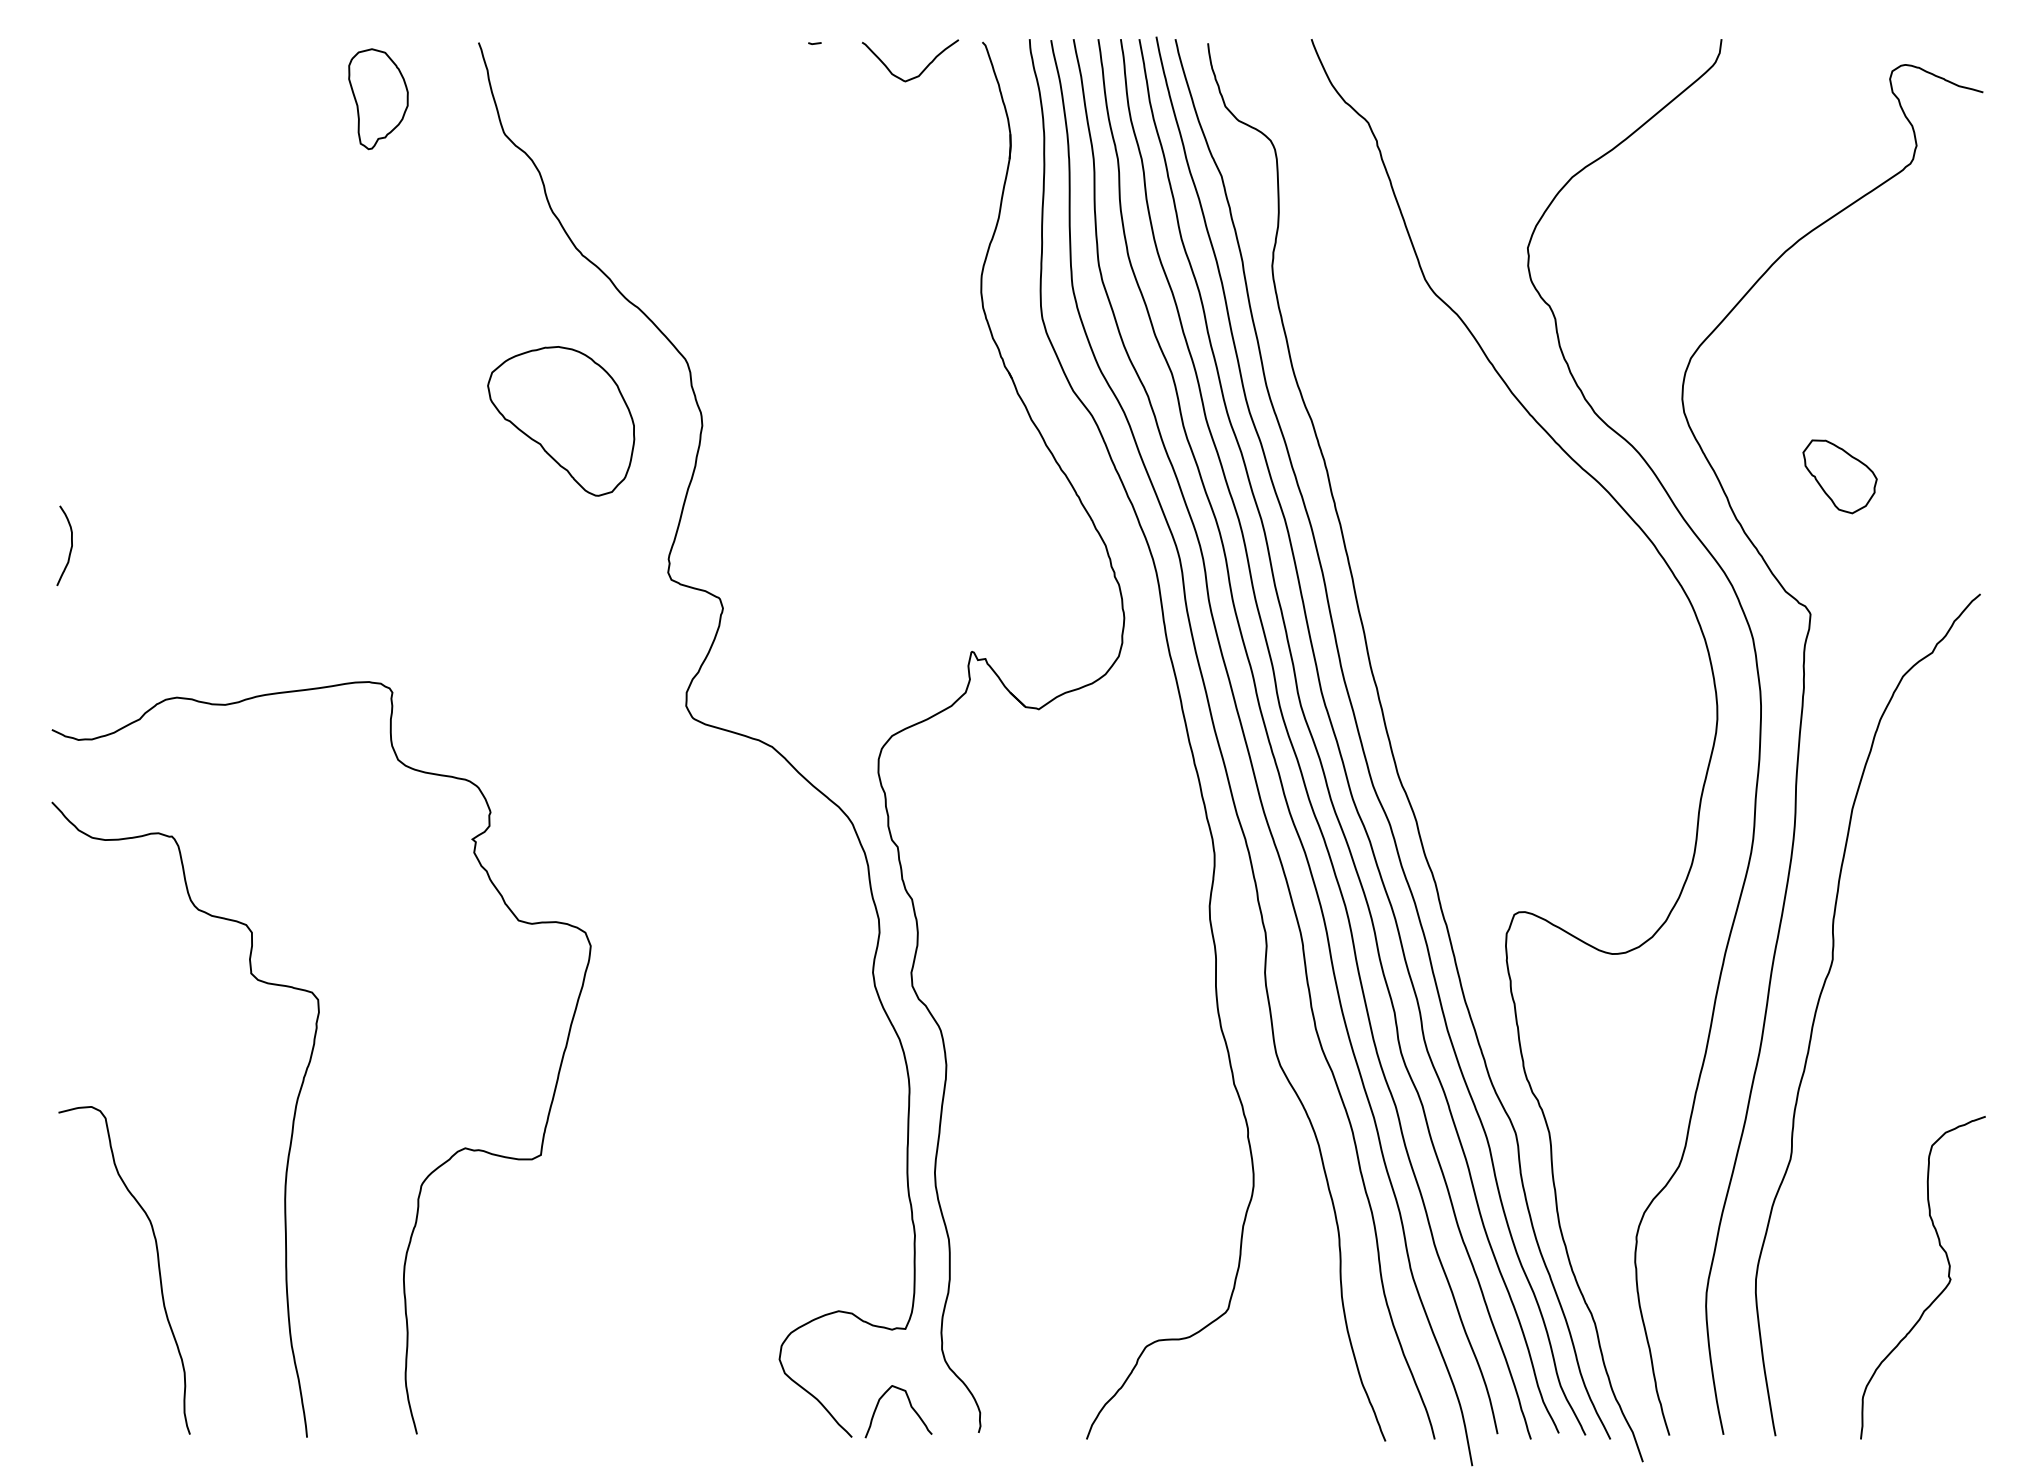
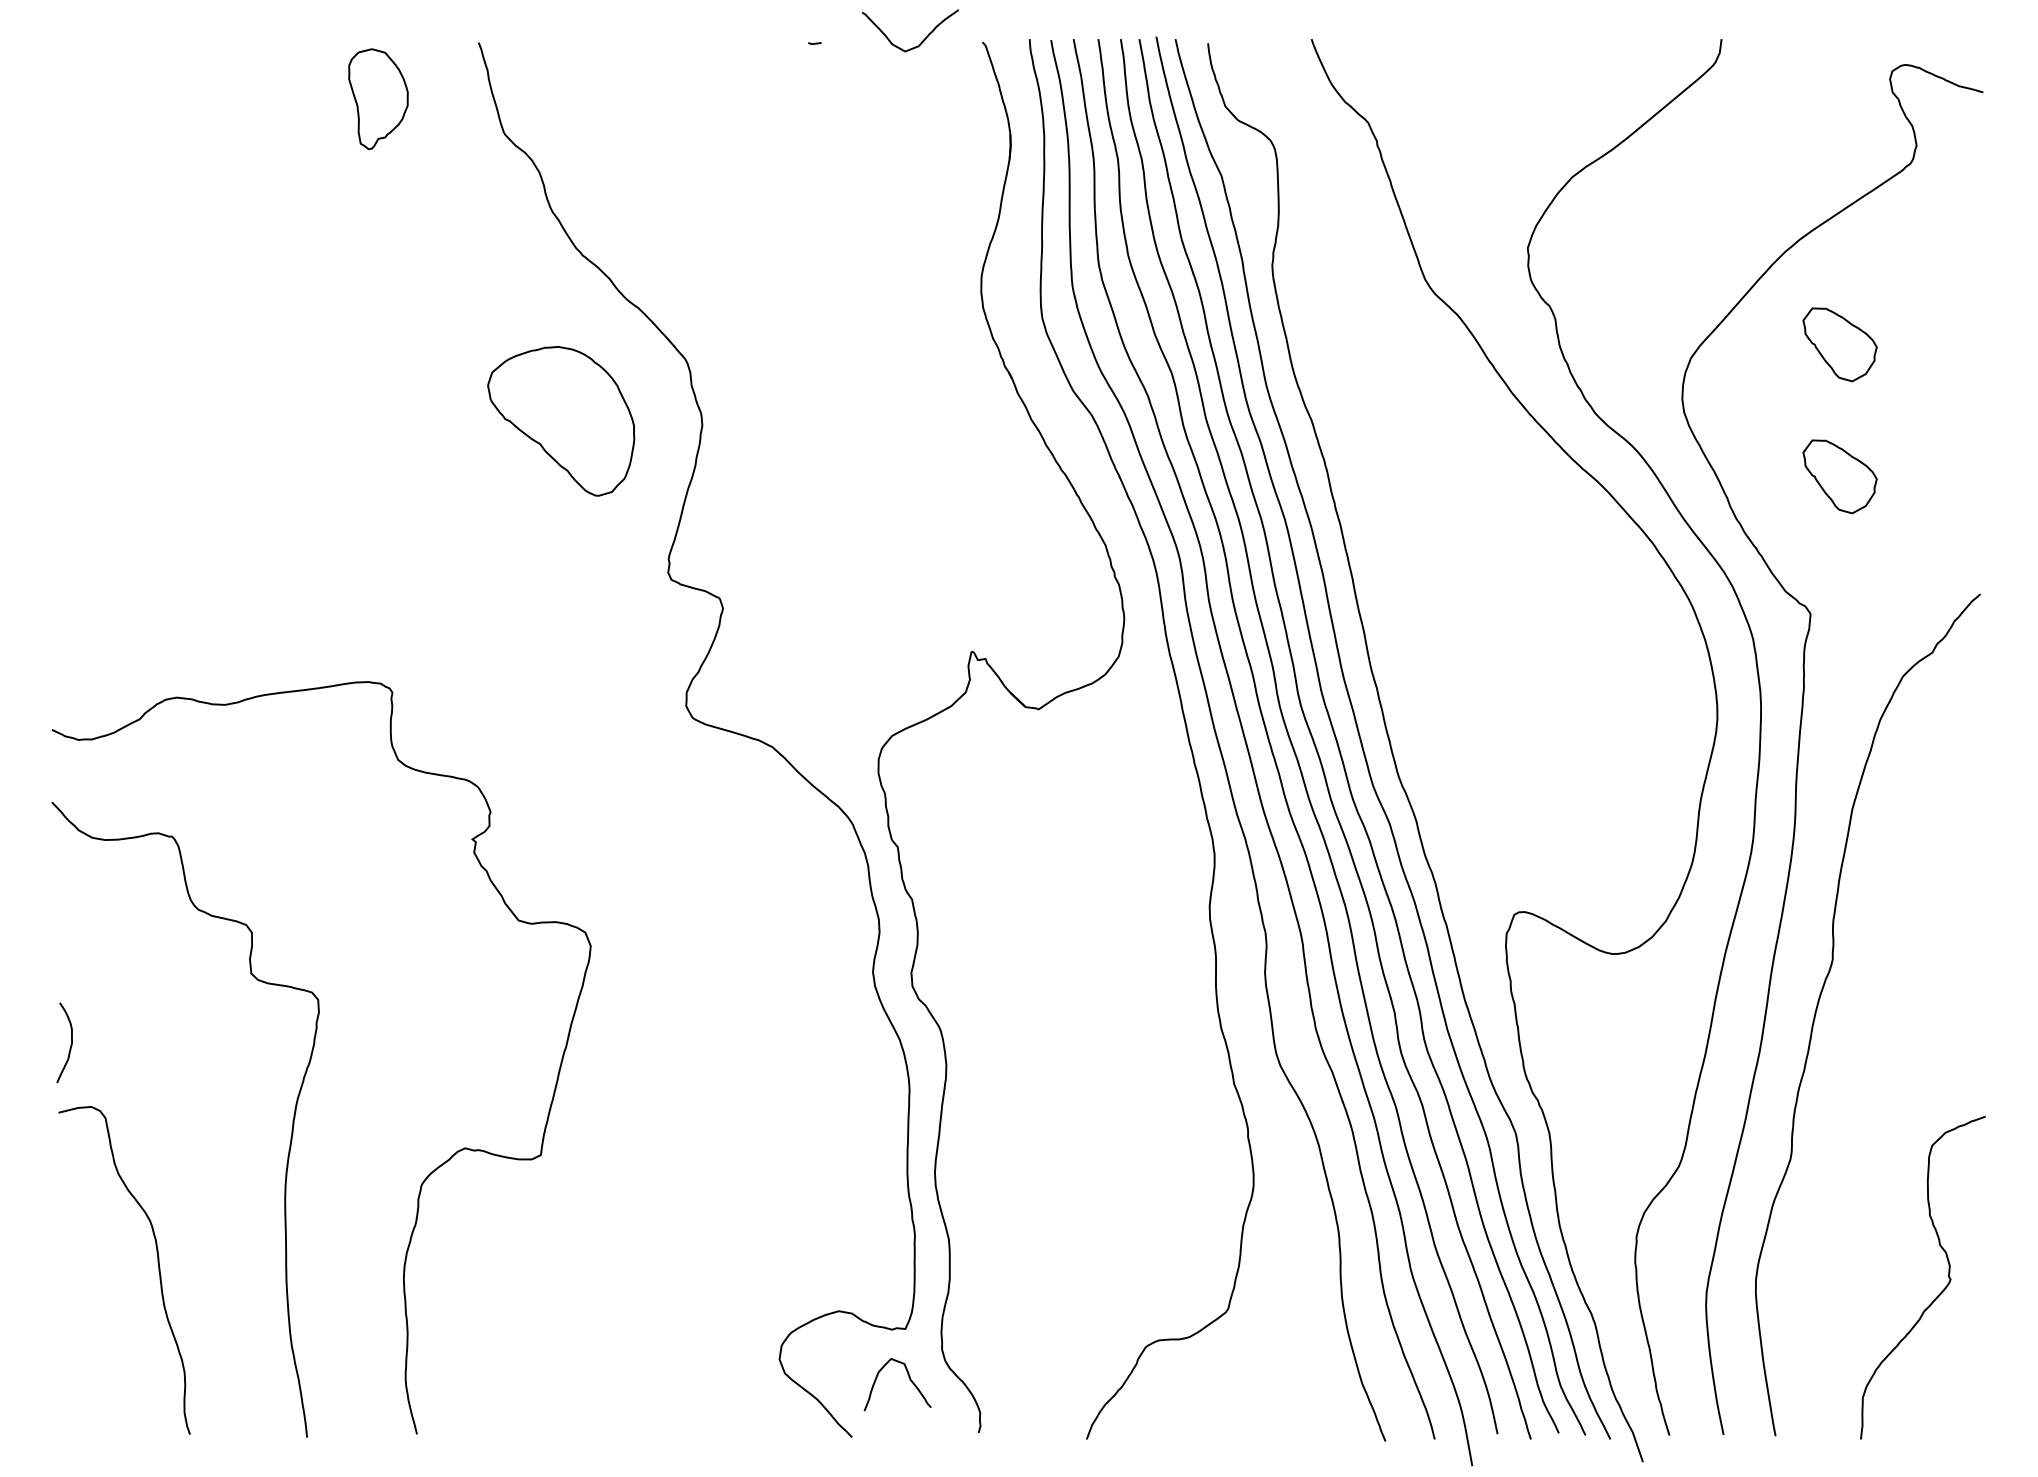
curve at (921, 71) position: (921, 71) -> (921, 41)
part at (1839, 344): none -> present
curve at (70, 547) position: (70, 547) -> (70, 1044)
curve at (910, 1407) position: (910, 1407) -> (909, 1380)
